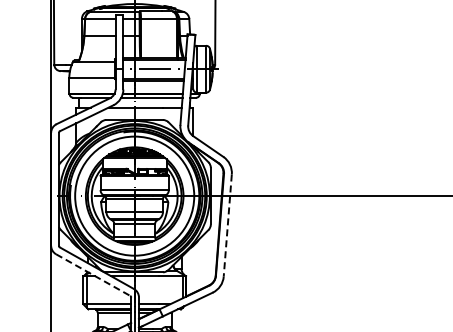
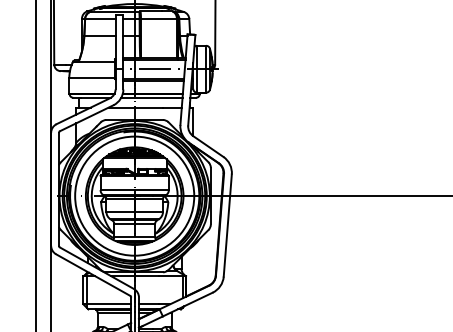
line at (35, 165): none -> present
line at (227, 226): dashed -> solid
line at (93, 275): dashed -> solid
